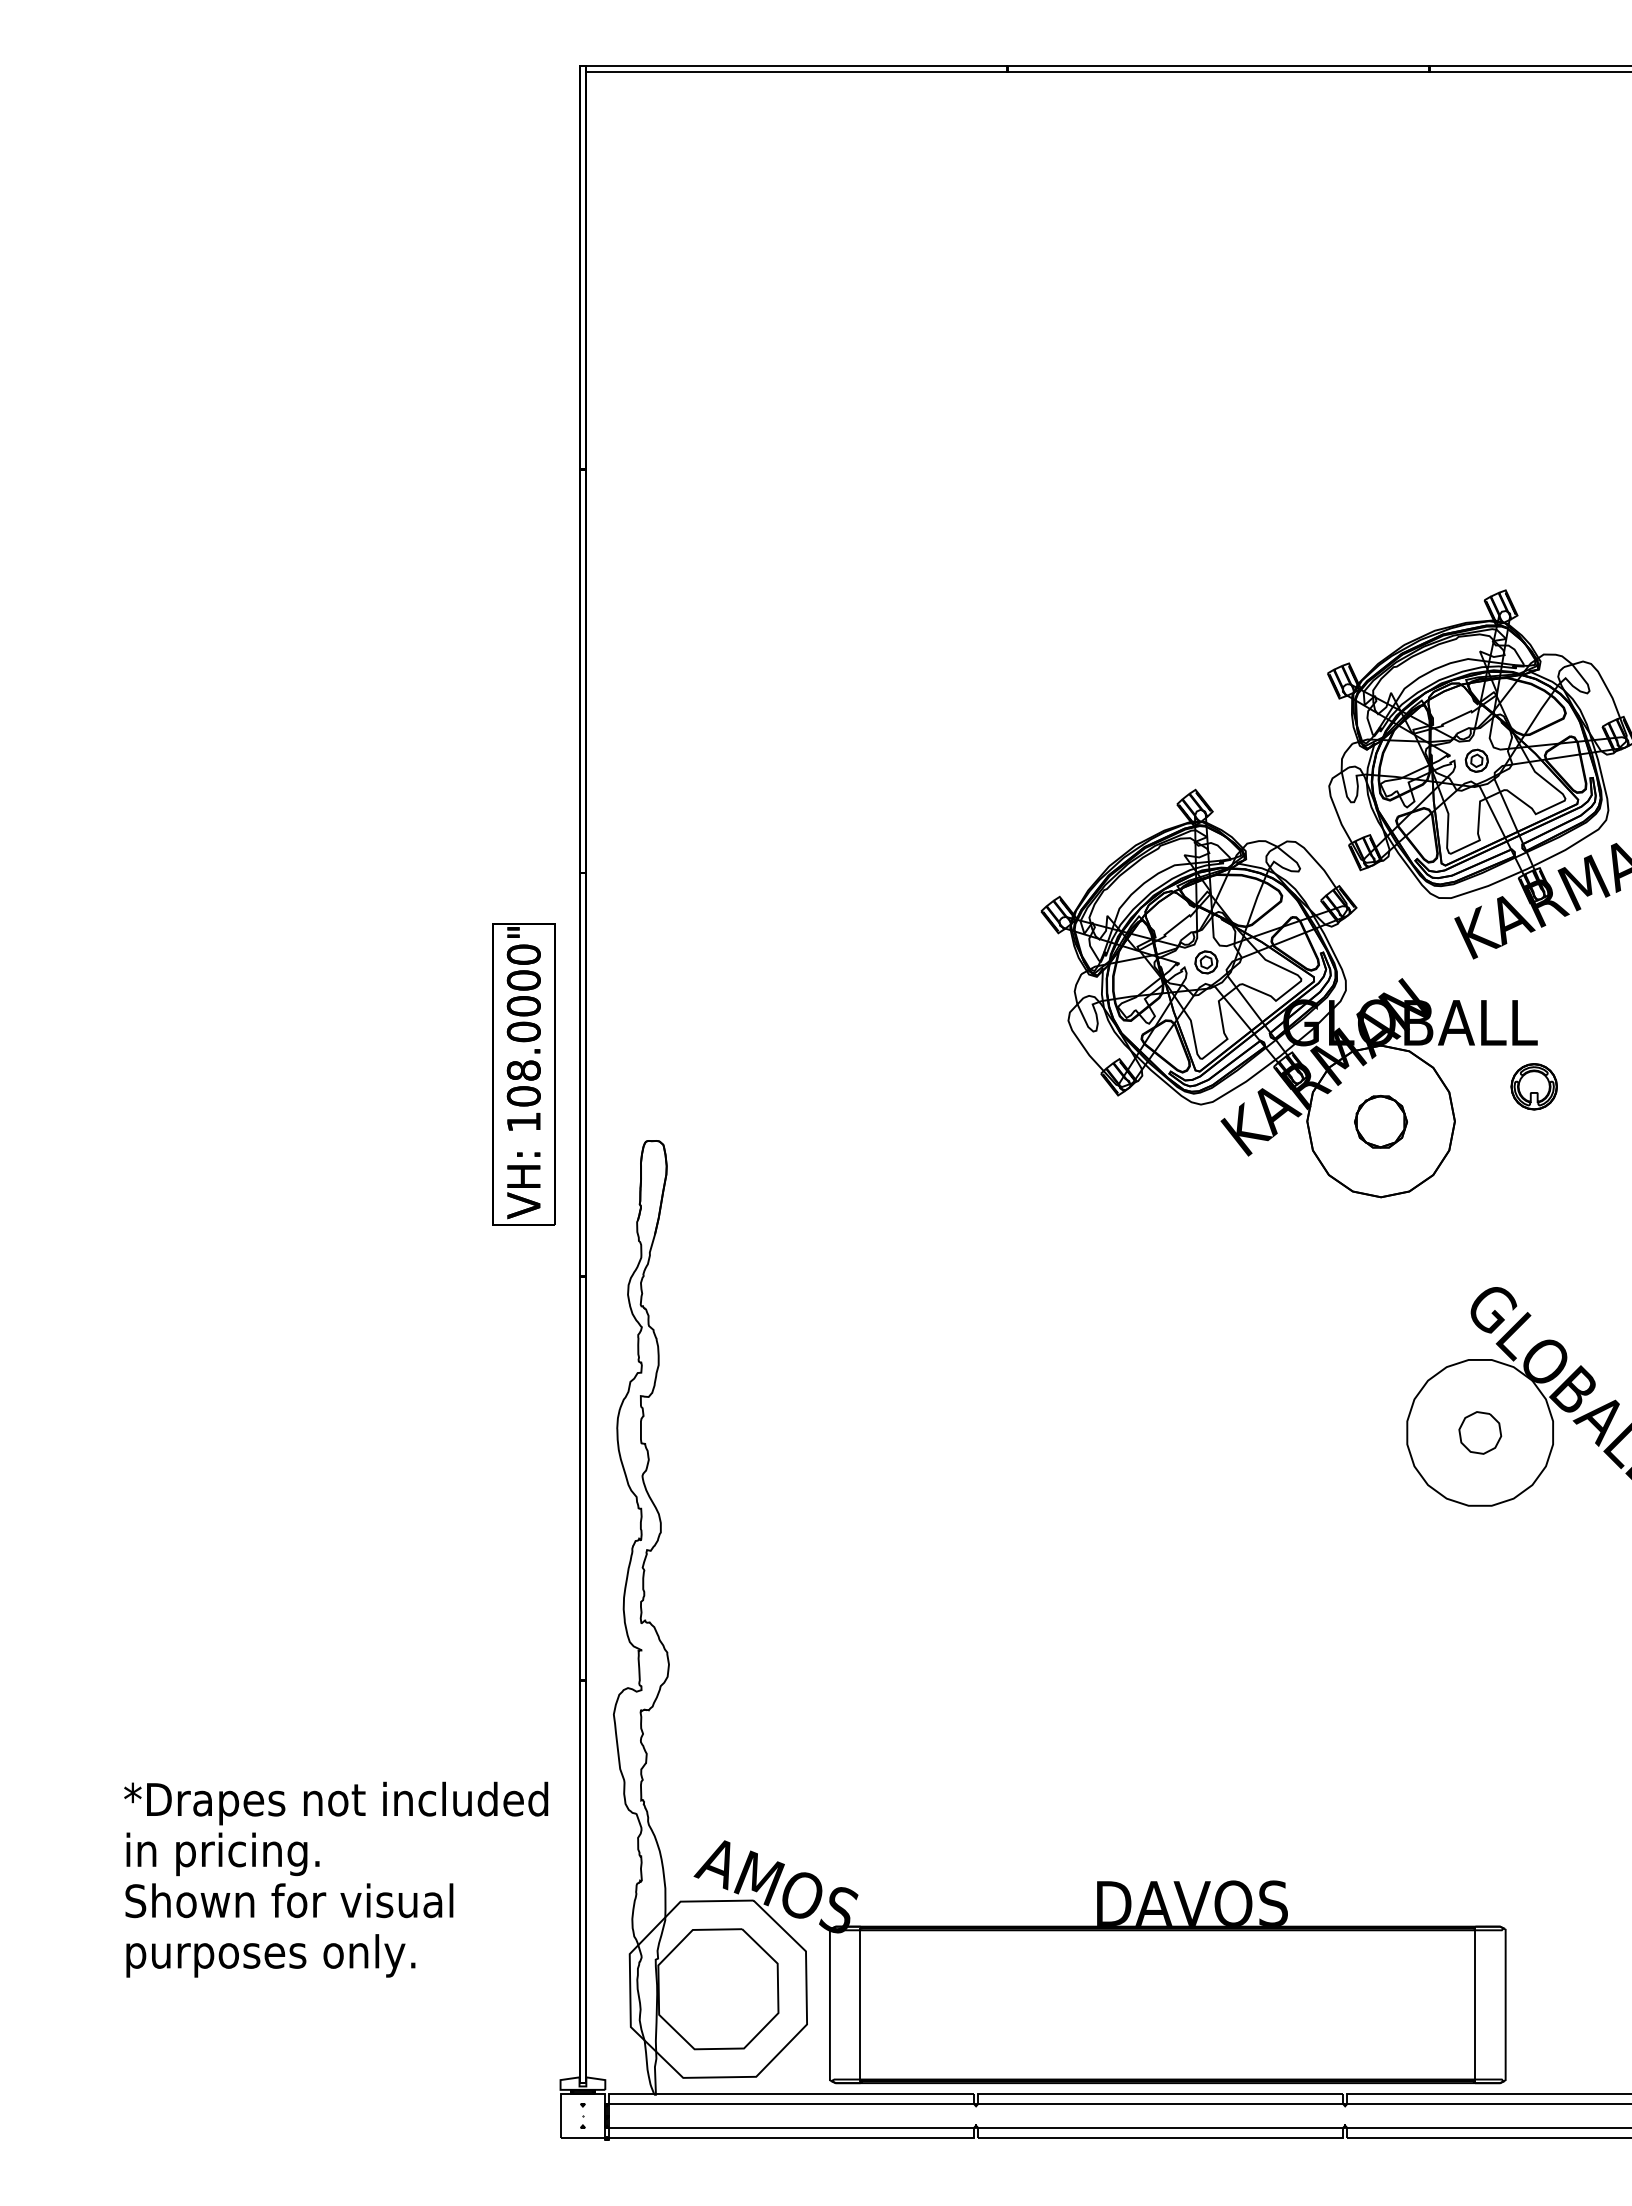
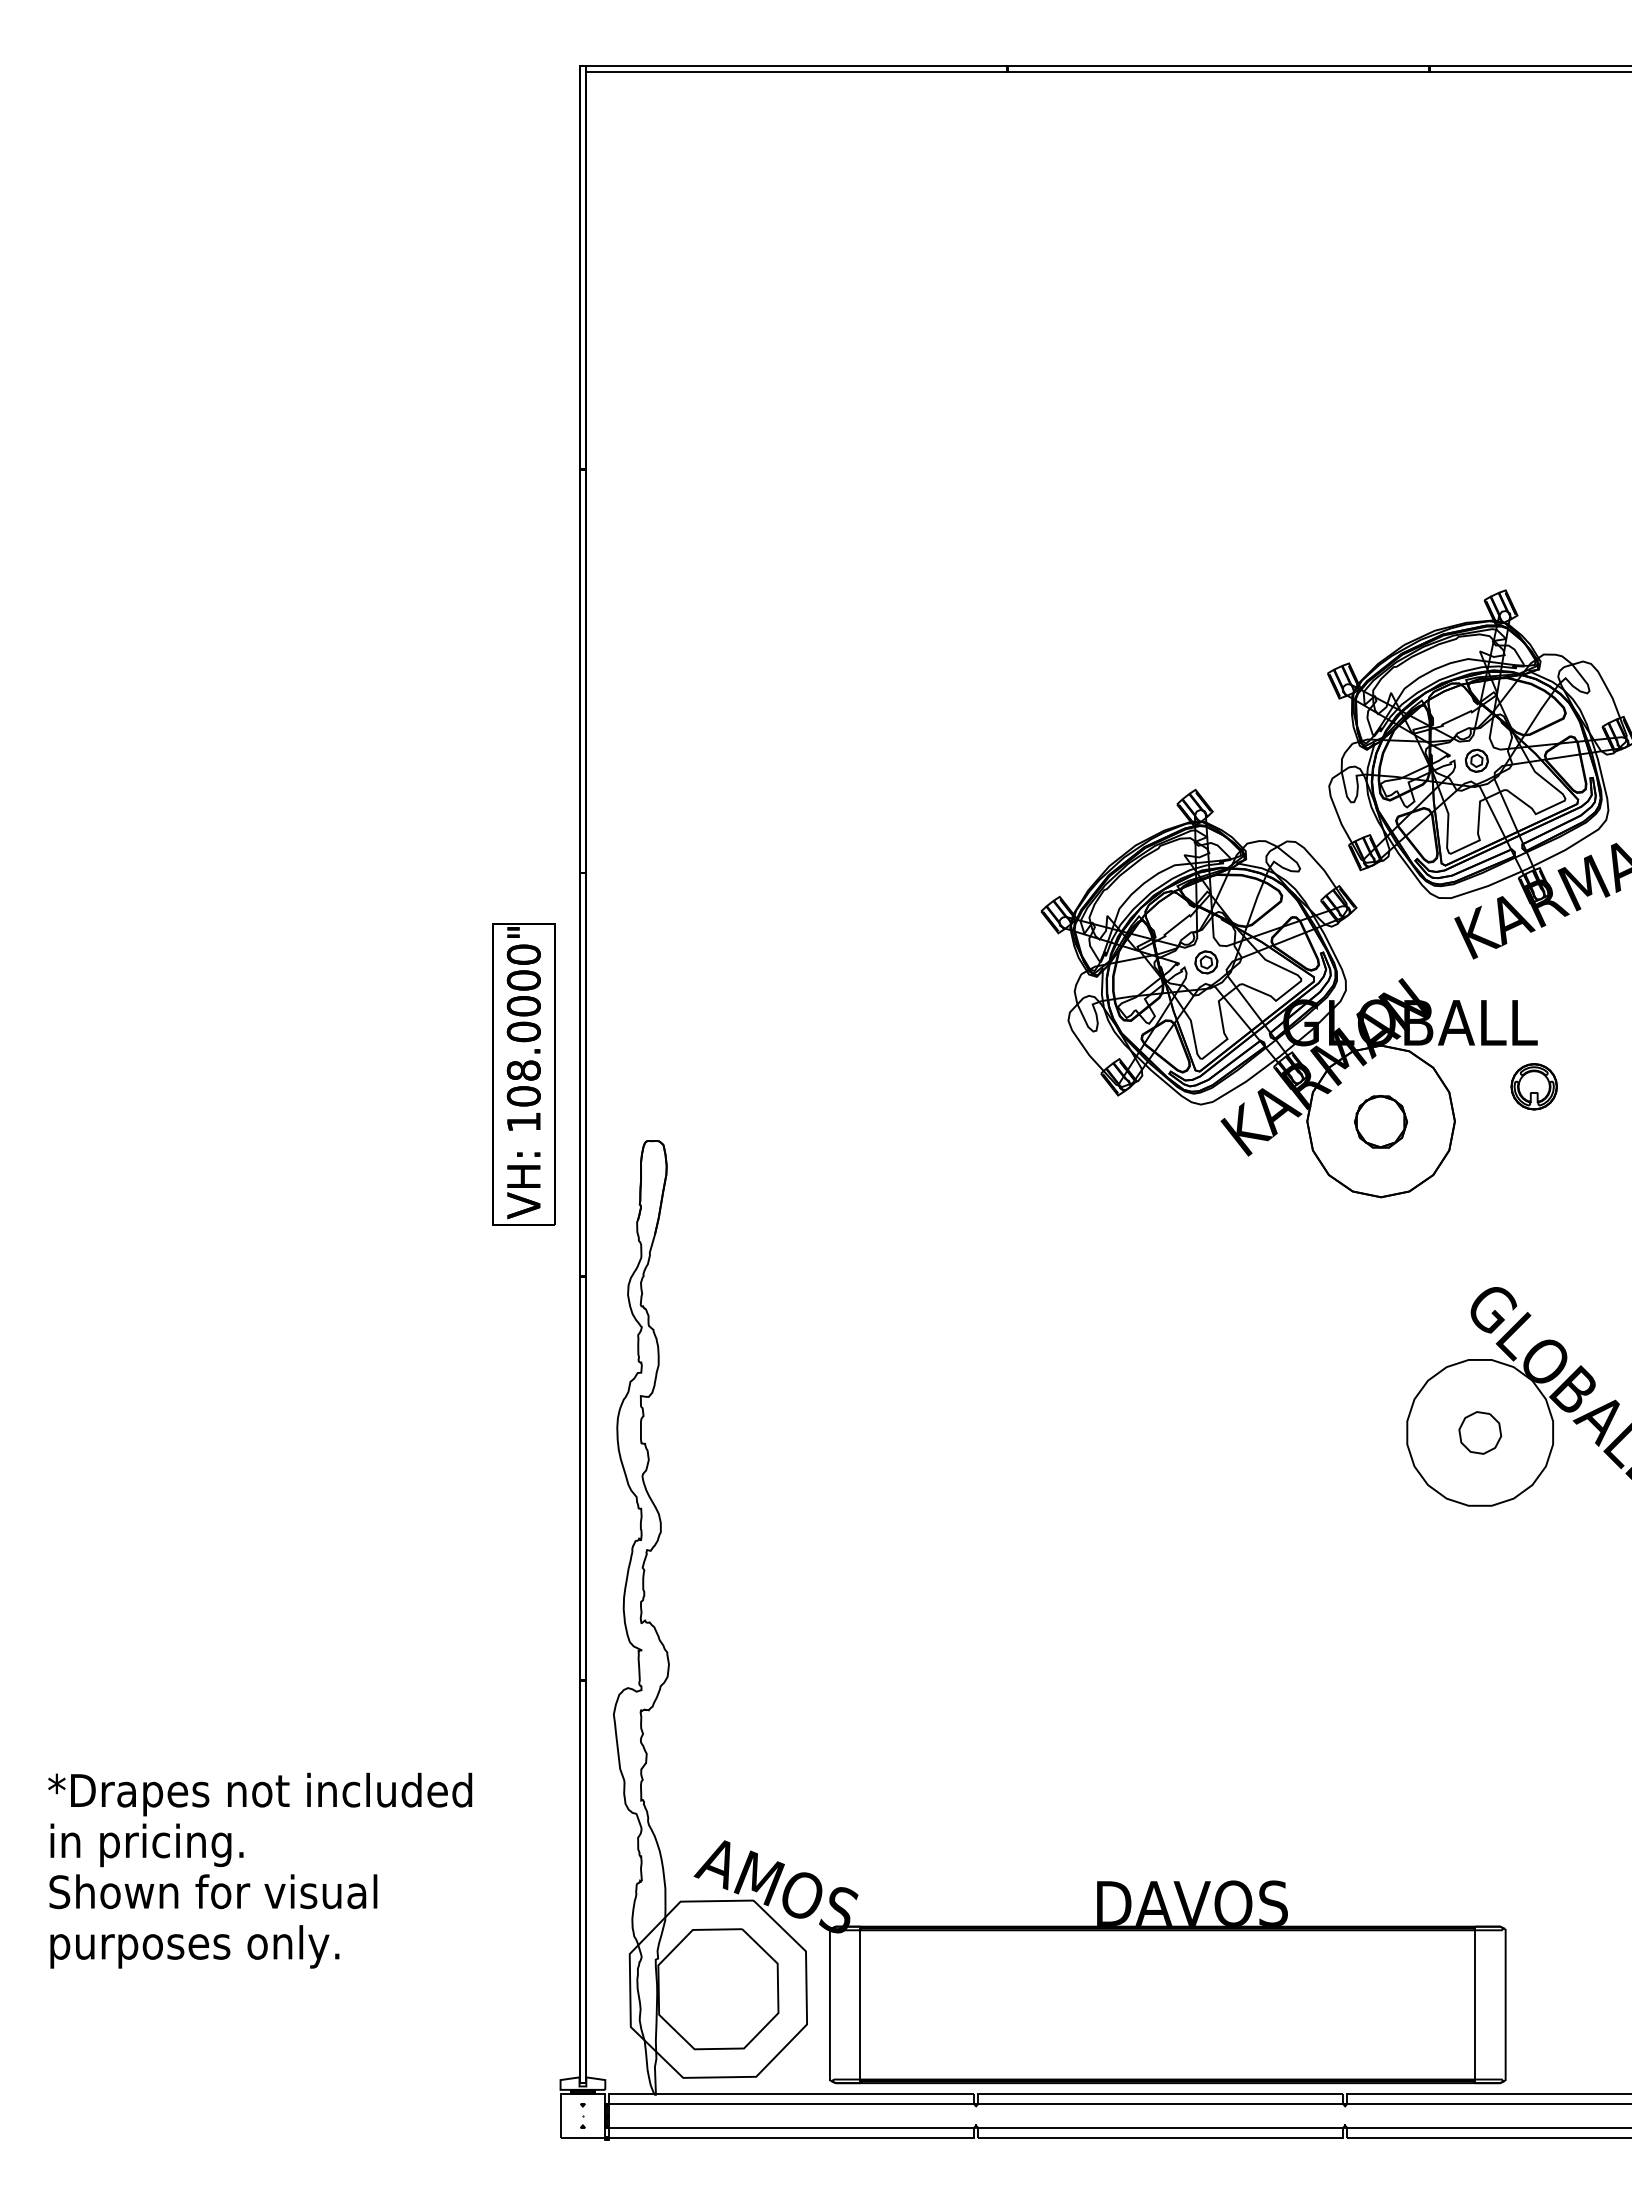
text at (336, 1879) position: (336, 1879) -> (260, 1870)
